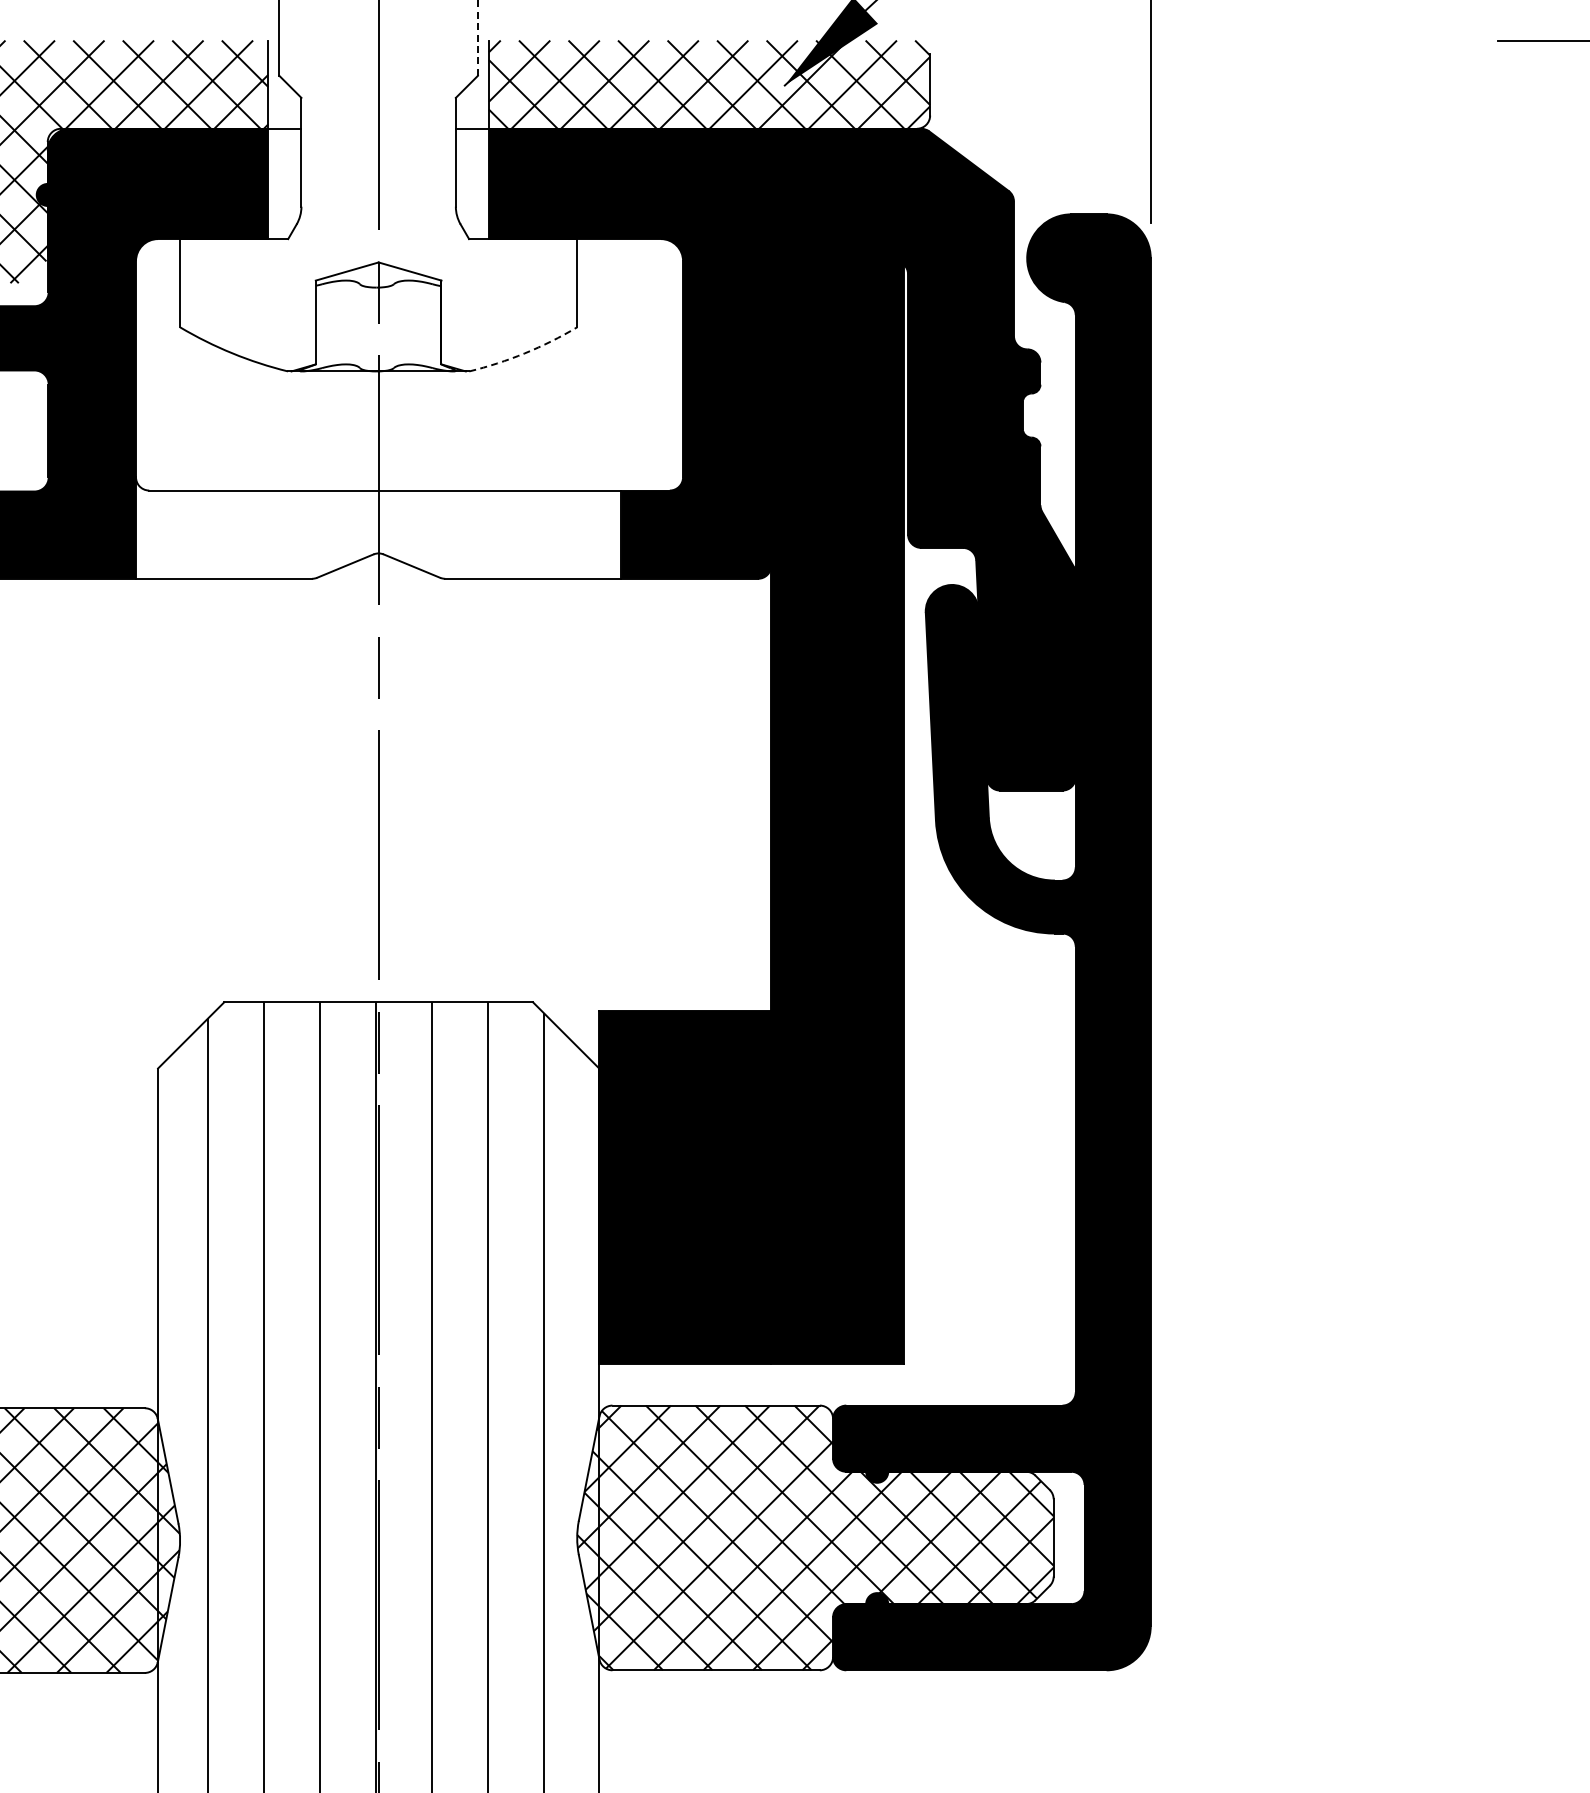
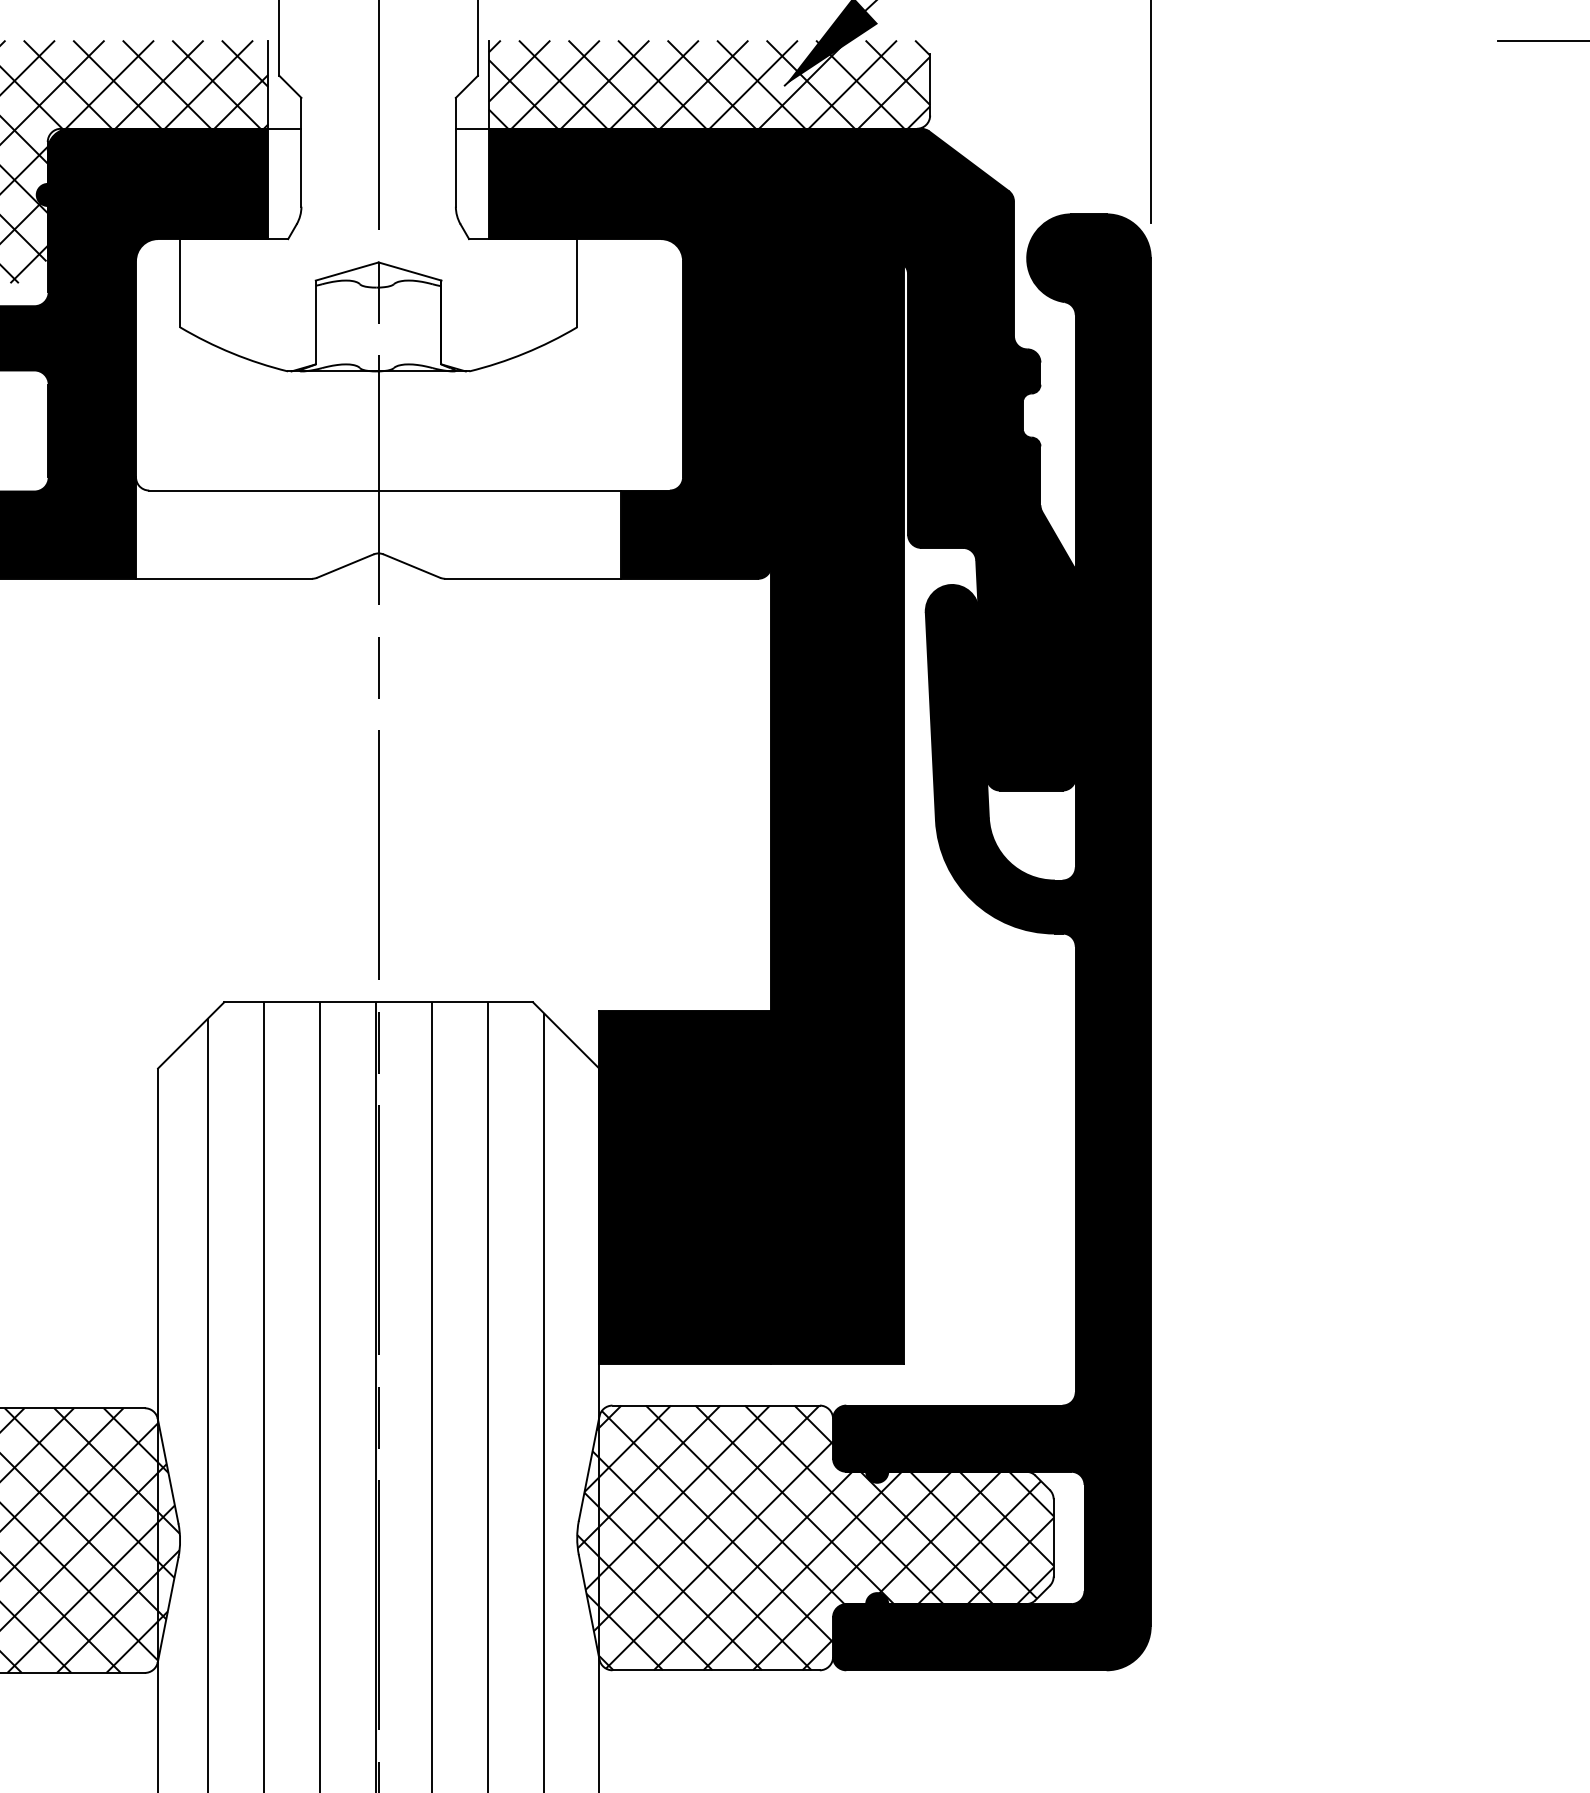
line at (477, 37): dashed -> solid
arc at (524, 353): dashed -> solid
